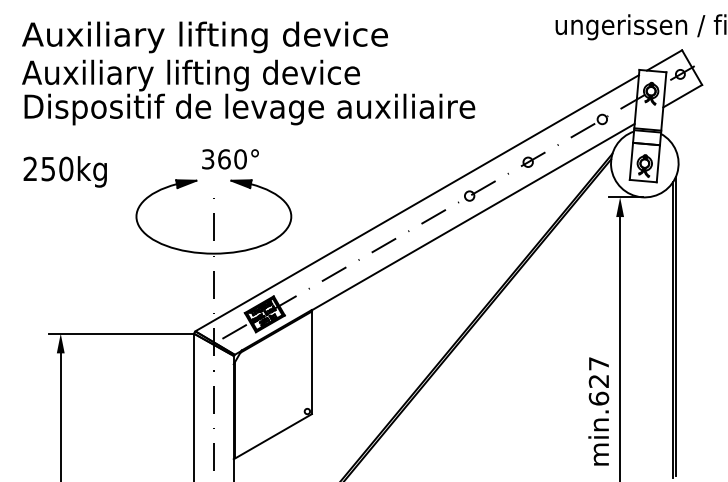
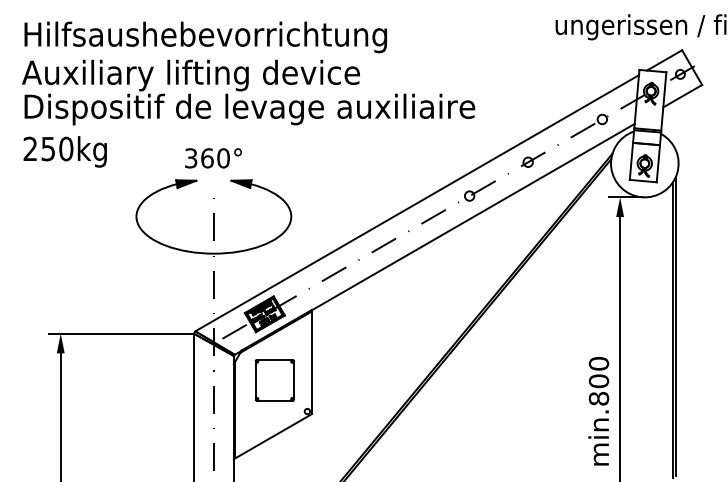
text at (204, 37): Auxiliary lifting device -> Hilfsaushebevorrichtung
text at (230, 159) position: (230, 159) -> (213, 158)
text at (64, 171) position: (64, 171) -> (64, 151)
part at (274, 380): none -> present
text at (598, 381): min.627 -> min.800
